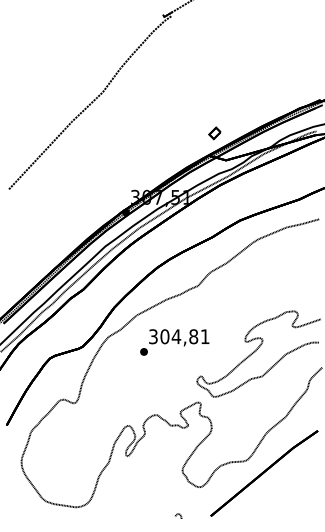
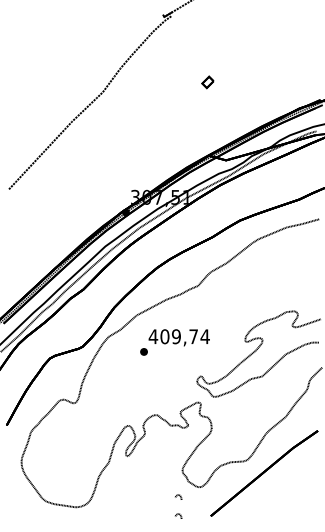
part at (214, 133) position: (214, 133) -> (207, 82)
text at (178, 336): 304,81 -> 409,74
curve at (178, 495): none -> present
